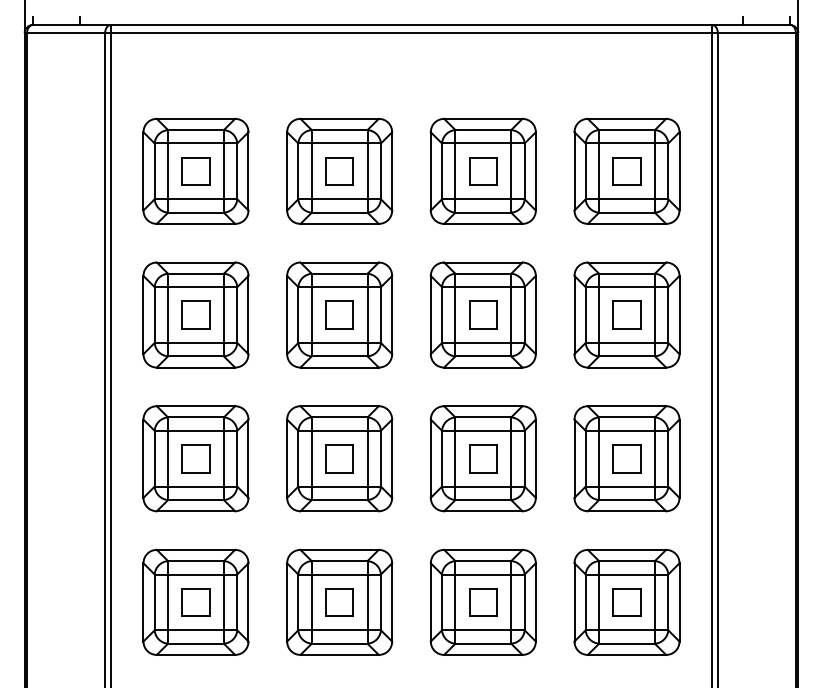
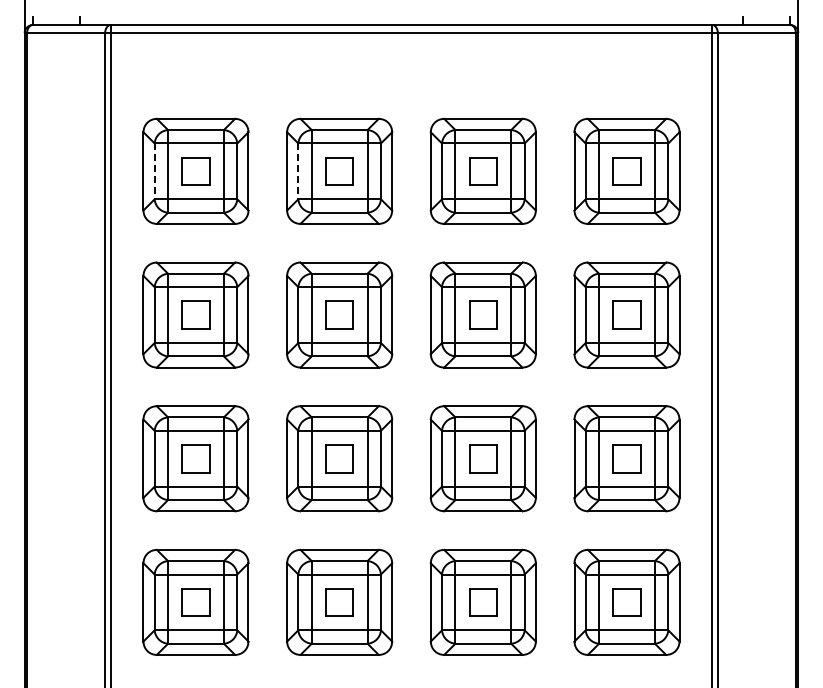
line at (154, 171): solid -> dashed
line at (298, 171): solid -> dashed
